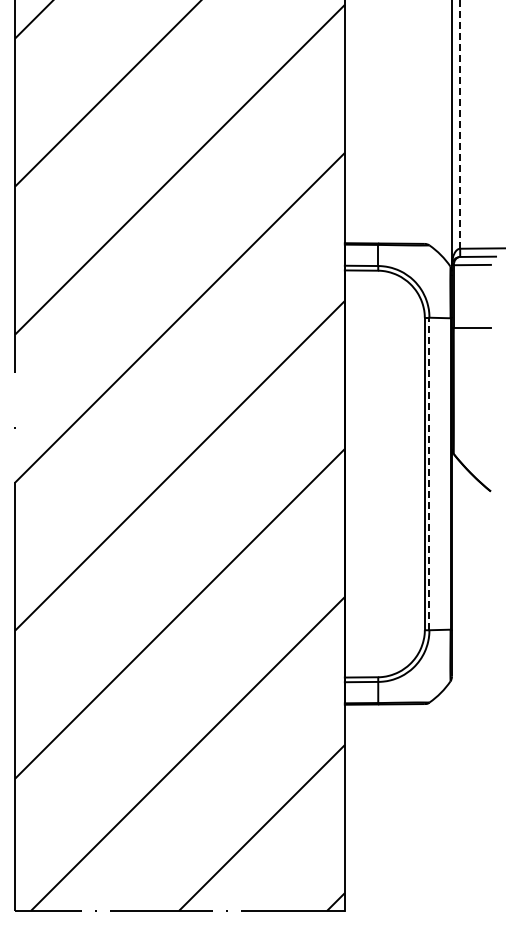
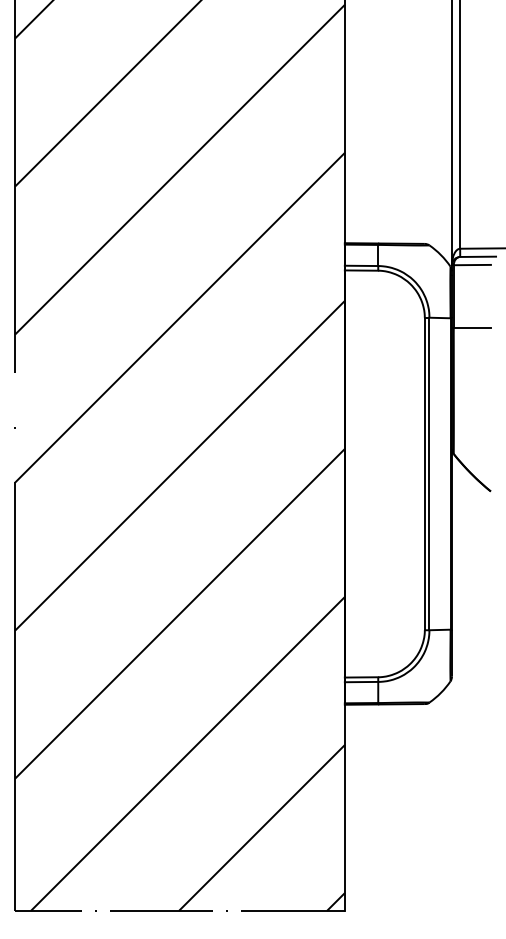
line at (460, 124): dashed -> solid
line at (429, 473): dashed -> solid
